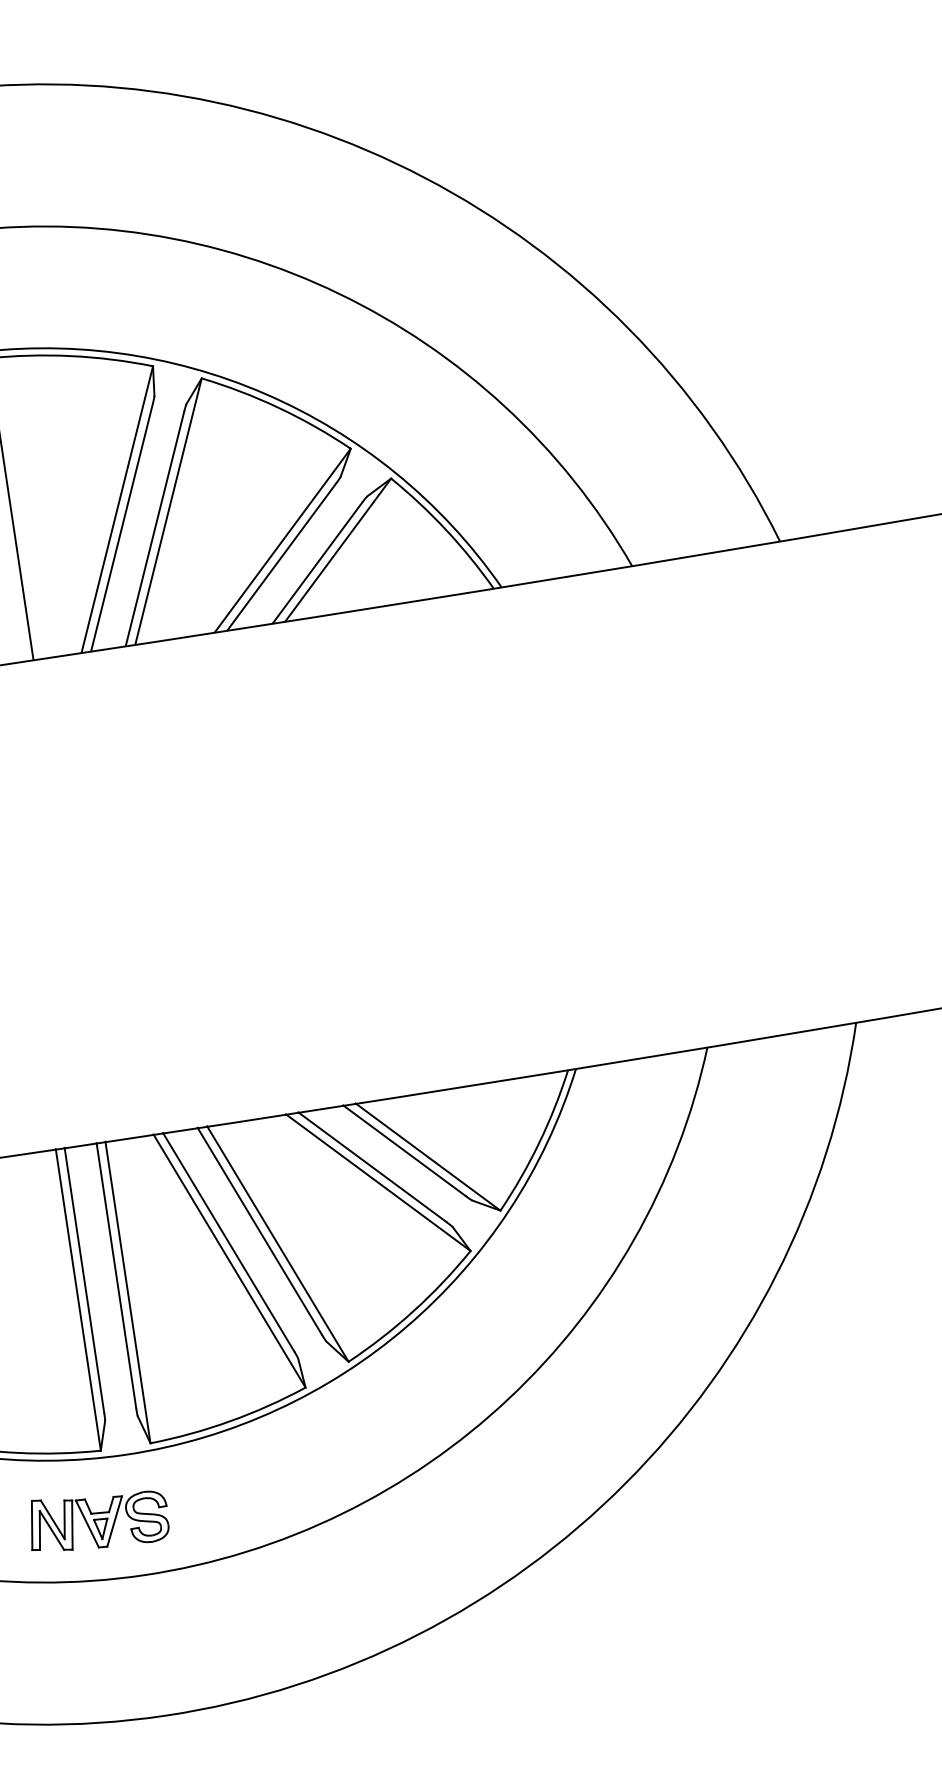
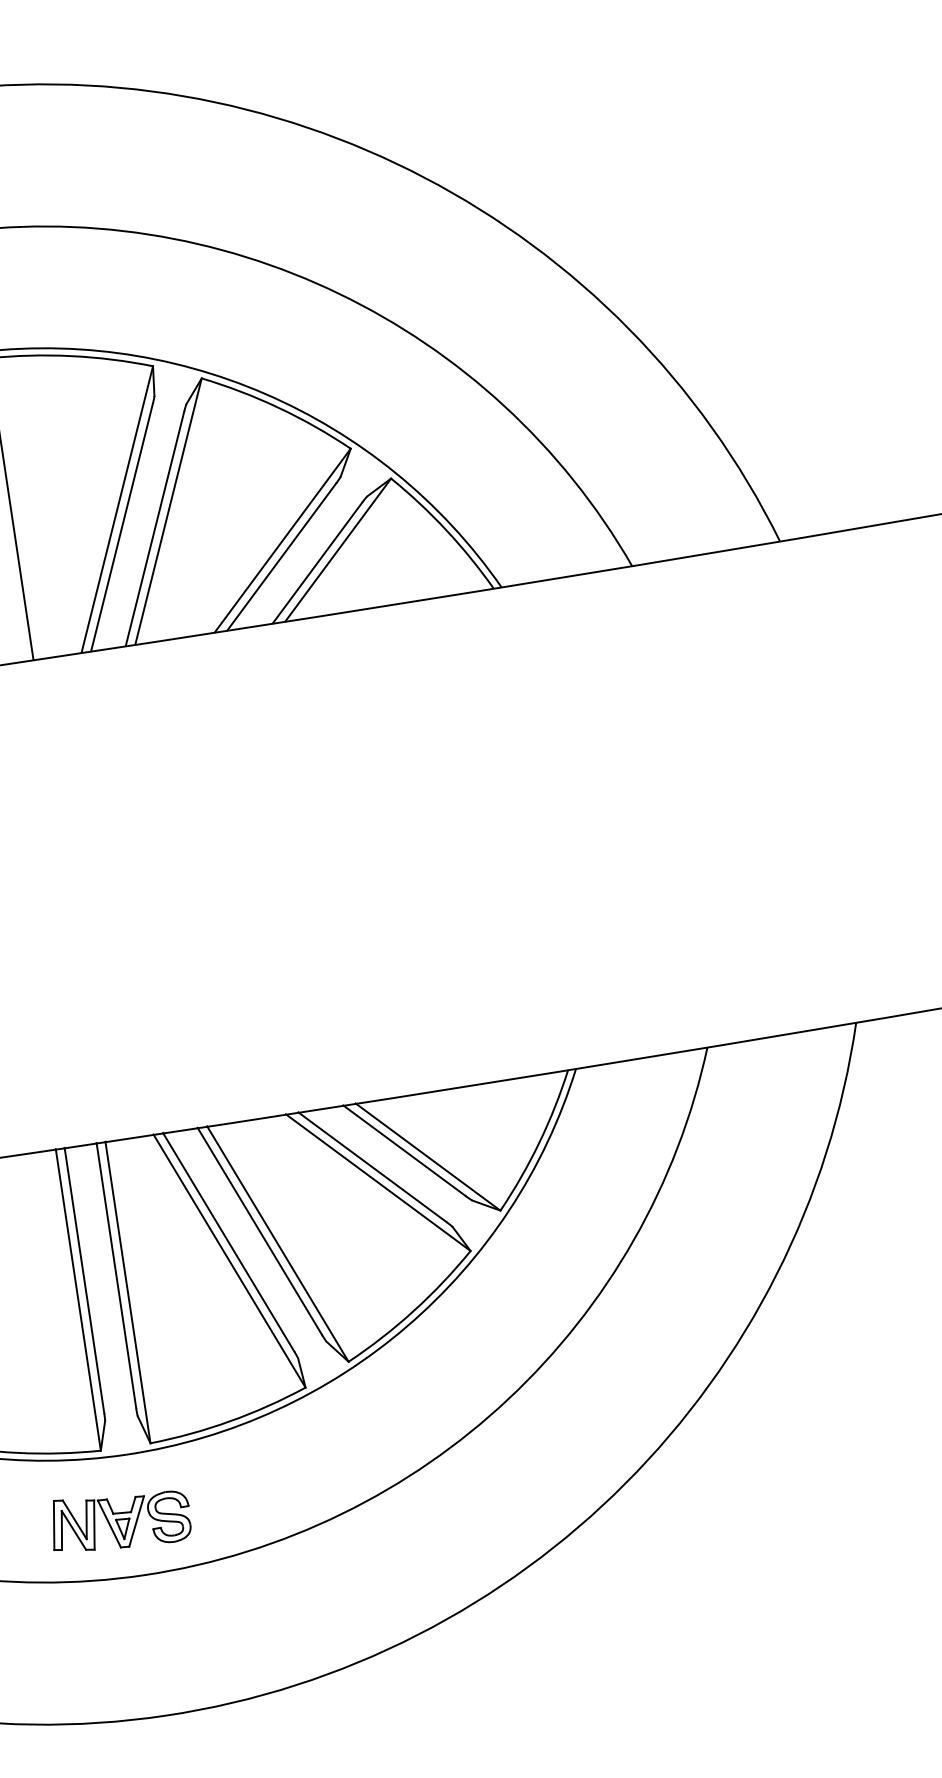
part at (100, 1520) position: (100, 1520) -> (122, 1520)
